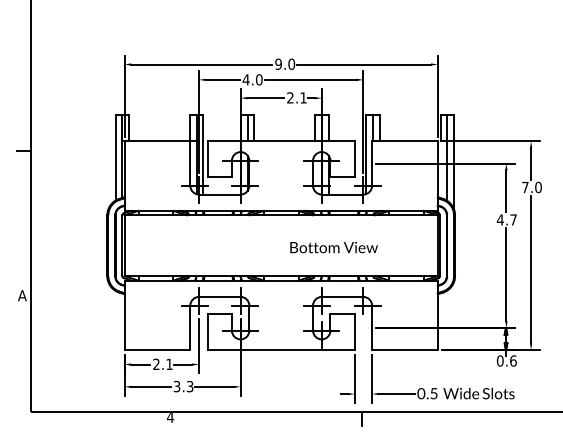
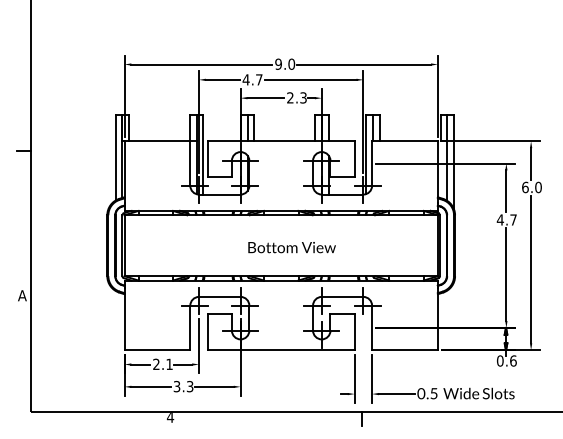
text at (259, 79): 4.0 -> 4.7
text at (303, 97): 2.1 -> 2.3
text at (525, 187): 7.0 -> 6.0
text at (333, 247) position: (333, 247) -> (291, 247)
